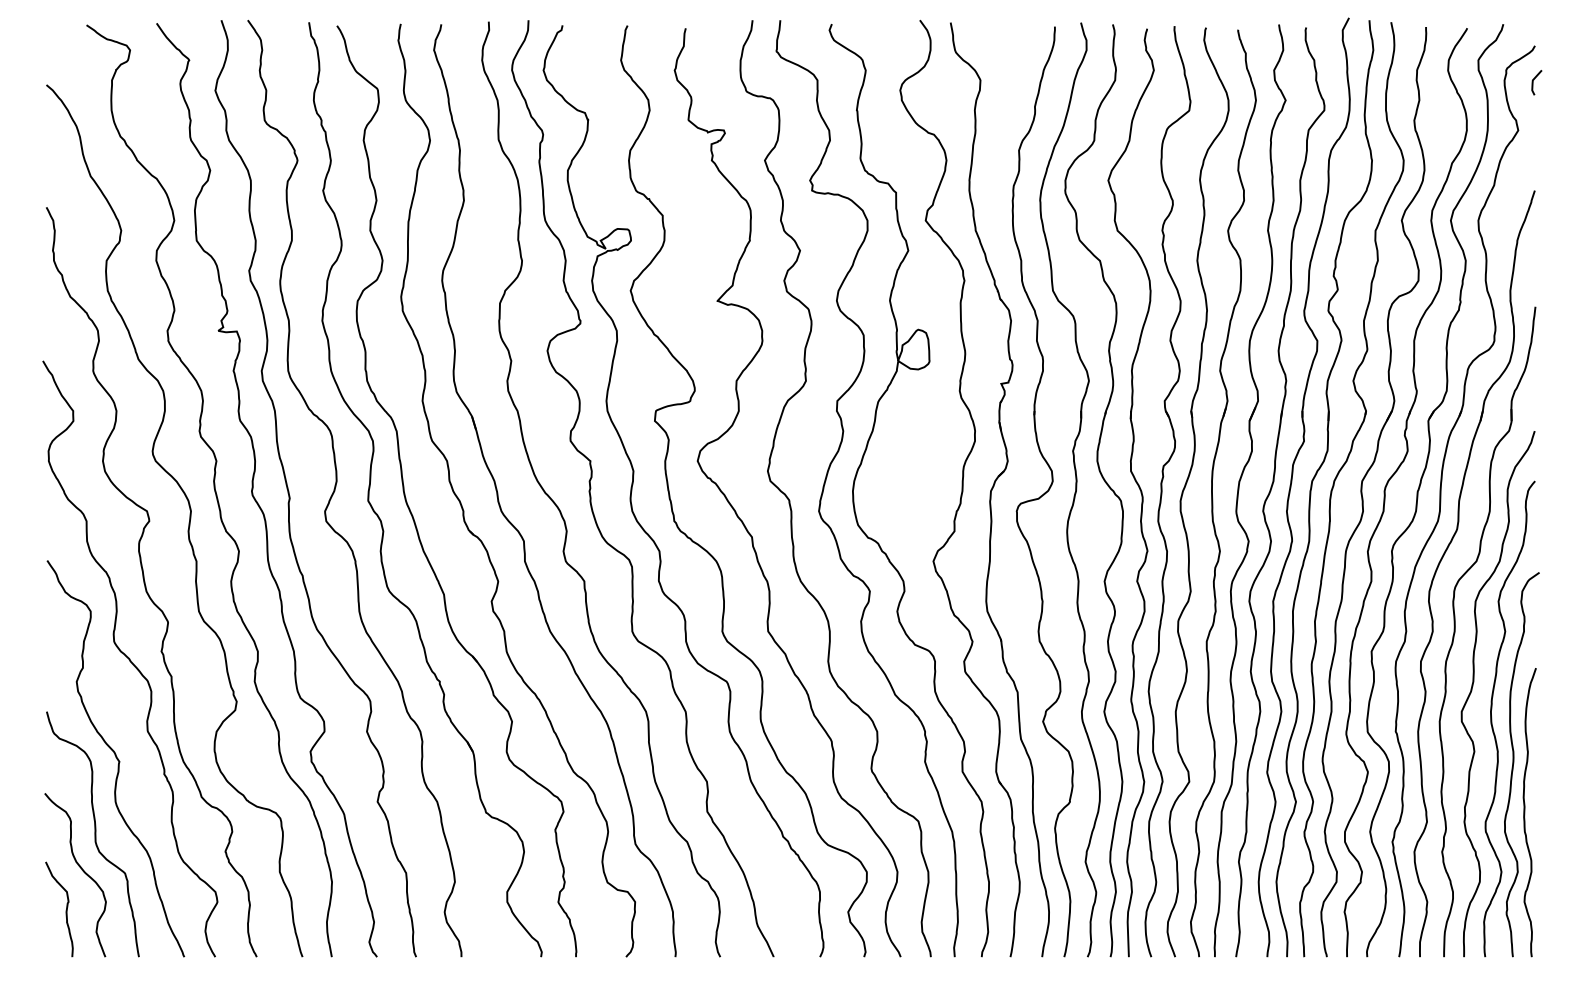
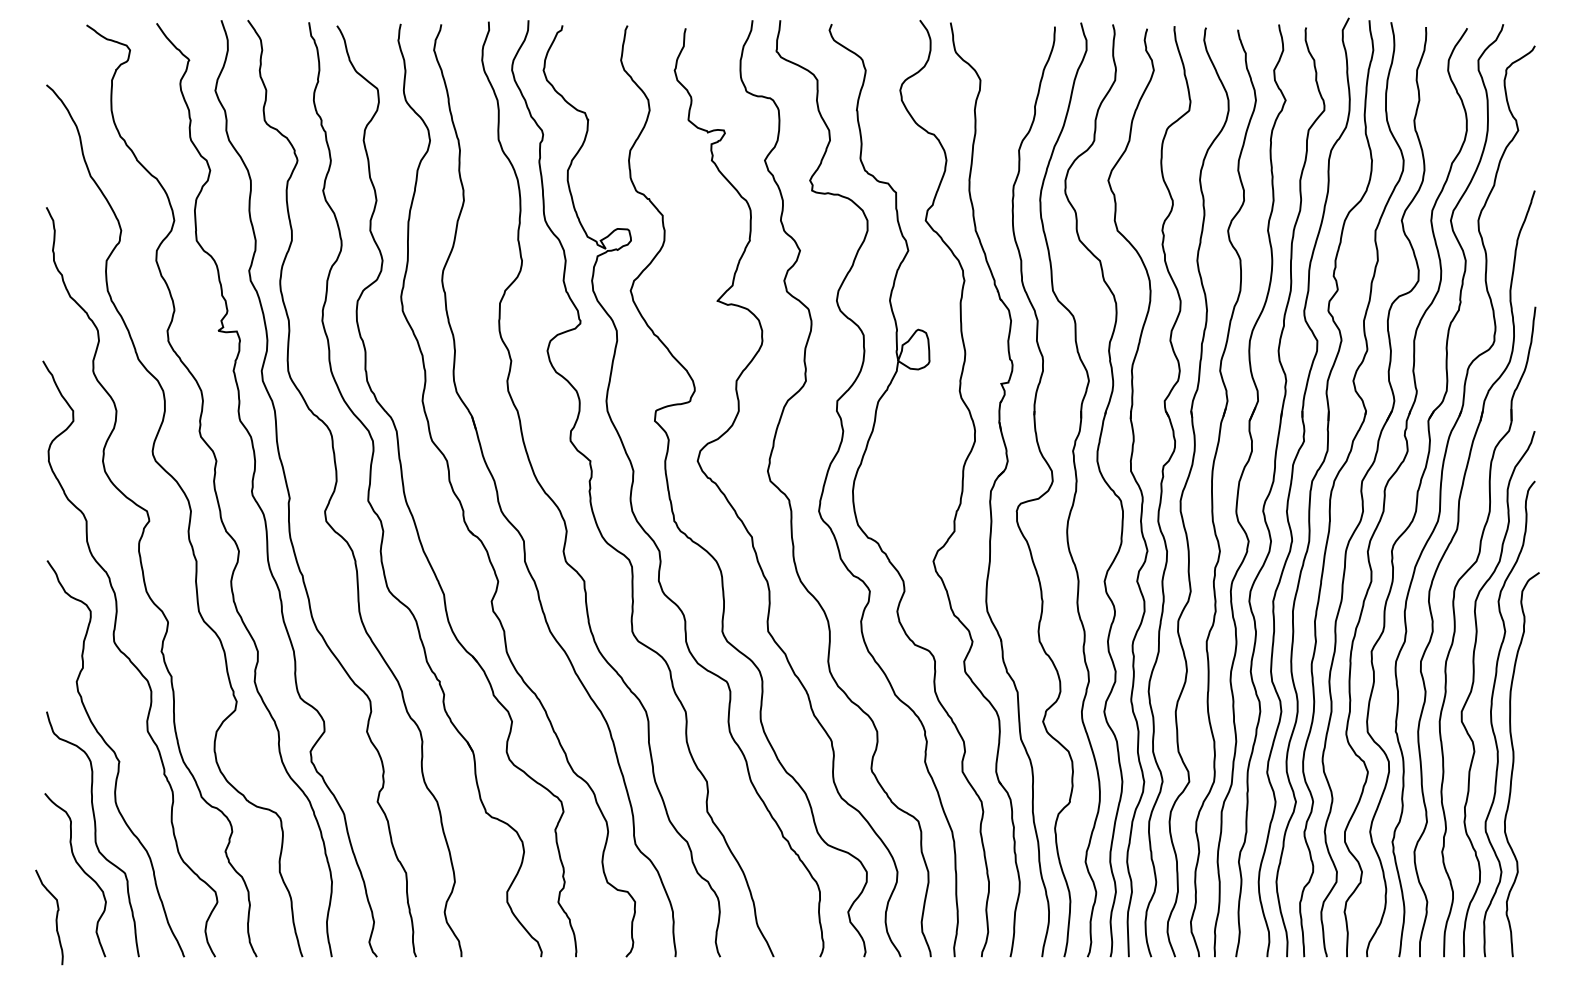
line at (1533, 82): present -> none
curve at (1525, 812): present -> none
curve at (65, 910) position: (65, 910) -> (55, 918)
